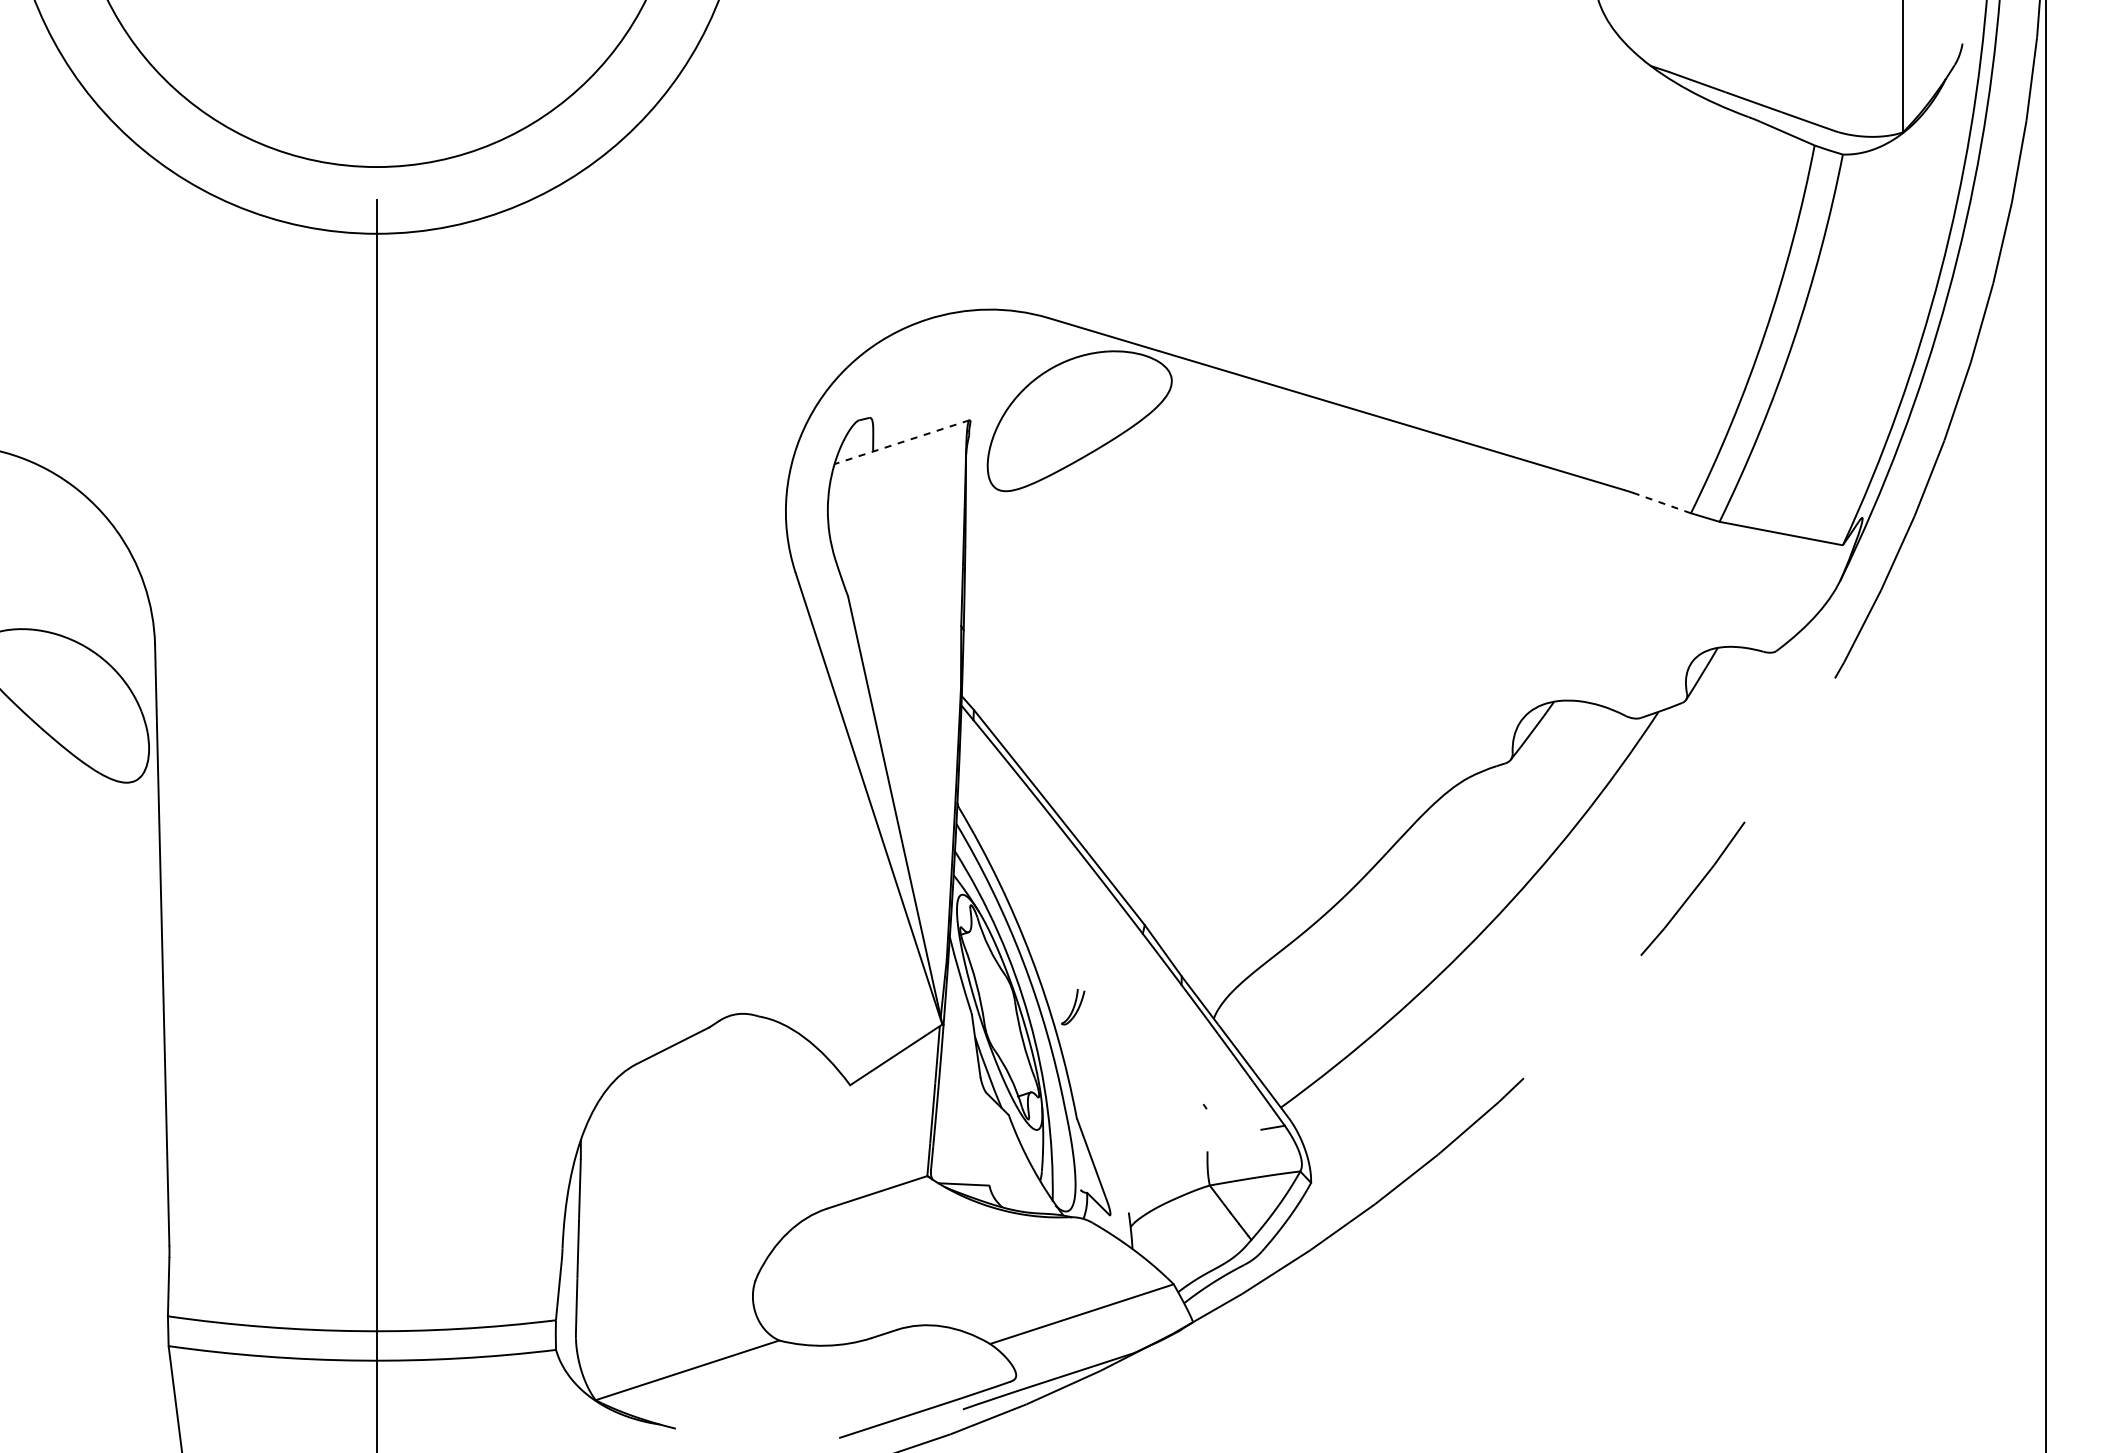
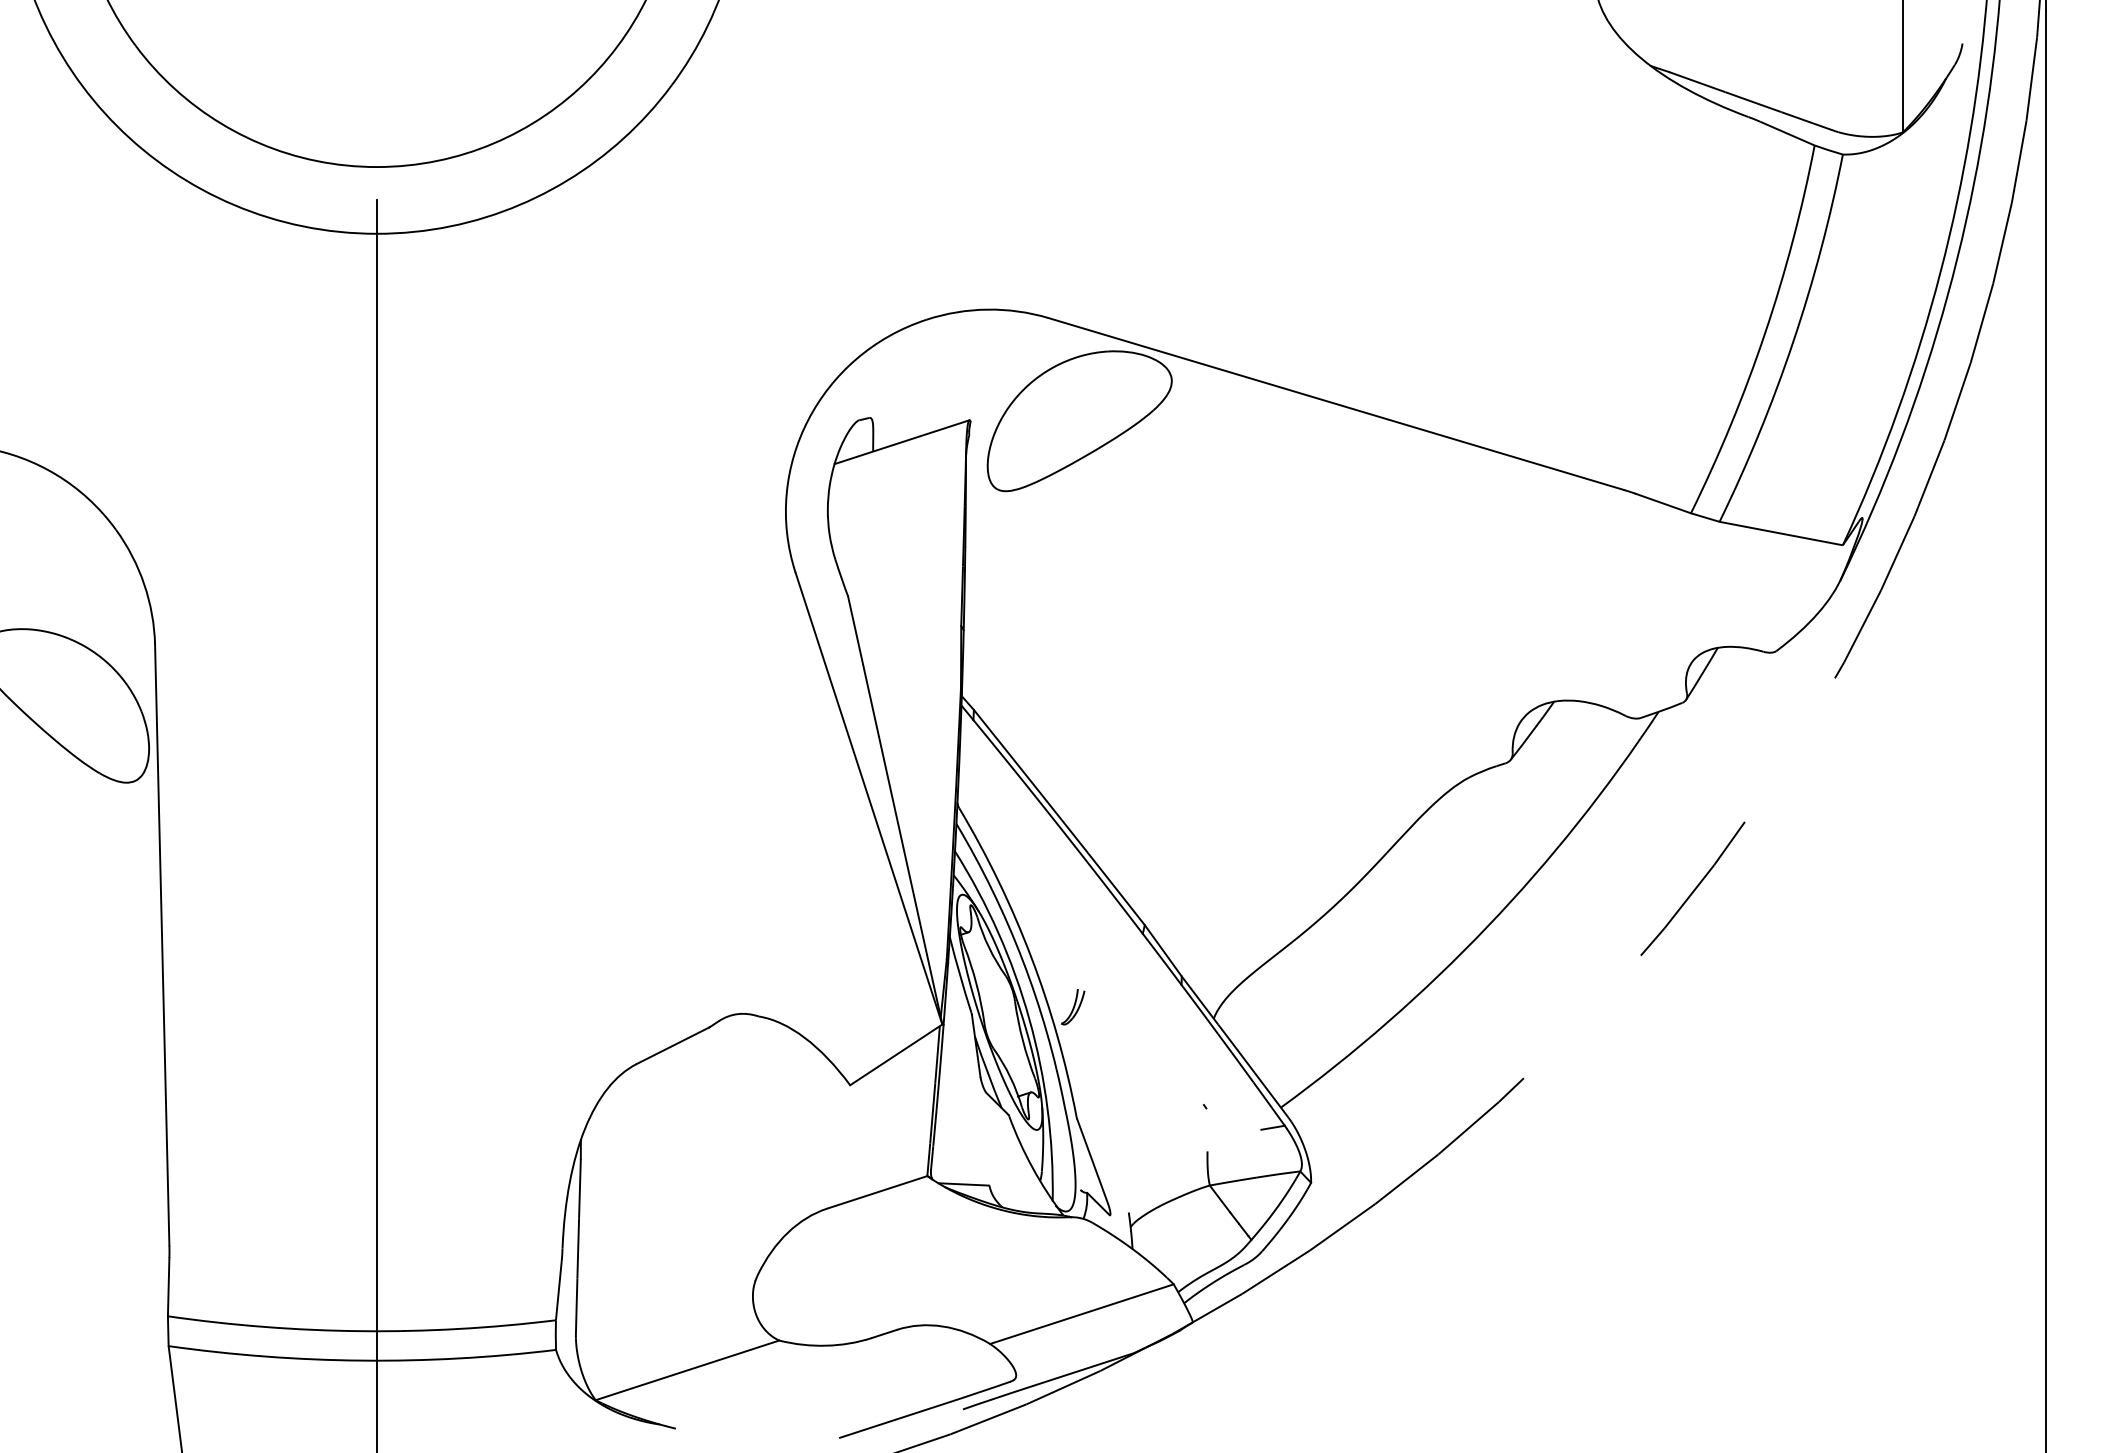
line at (902, 442): dashed -> solid
line at (1662, 503): dashed -> solid
